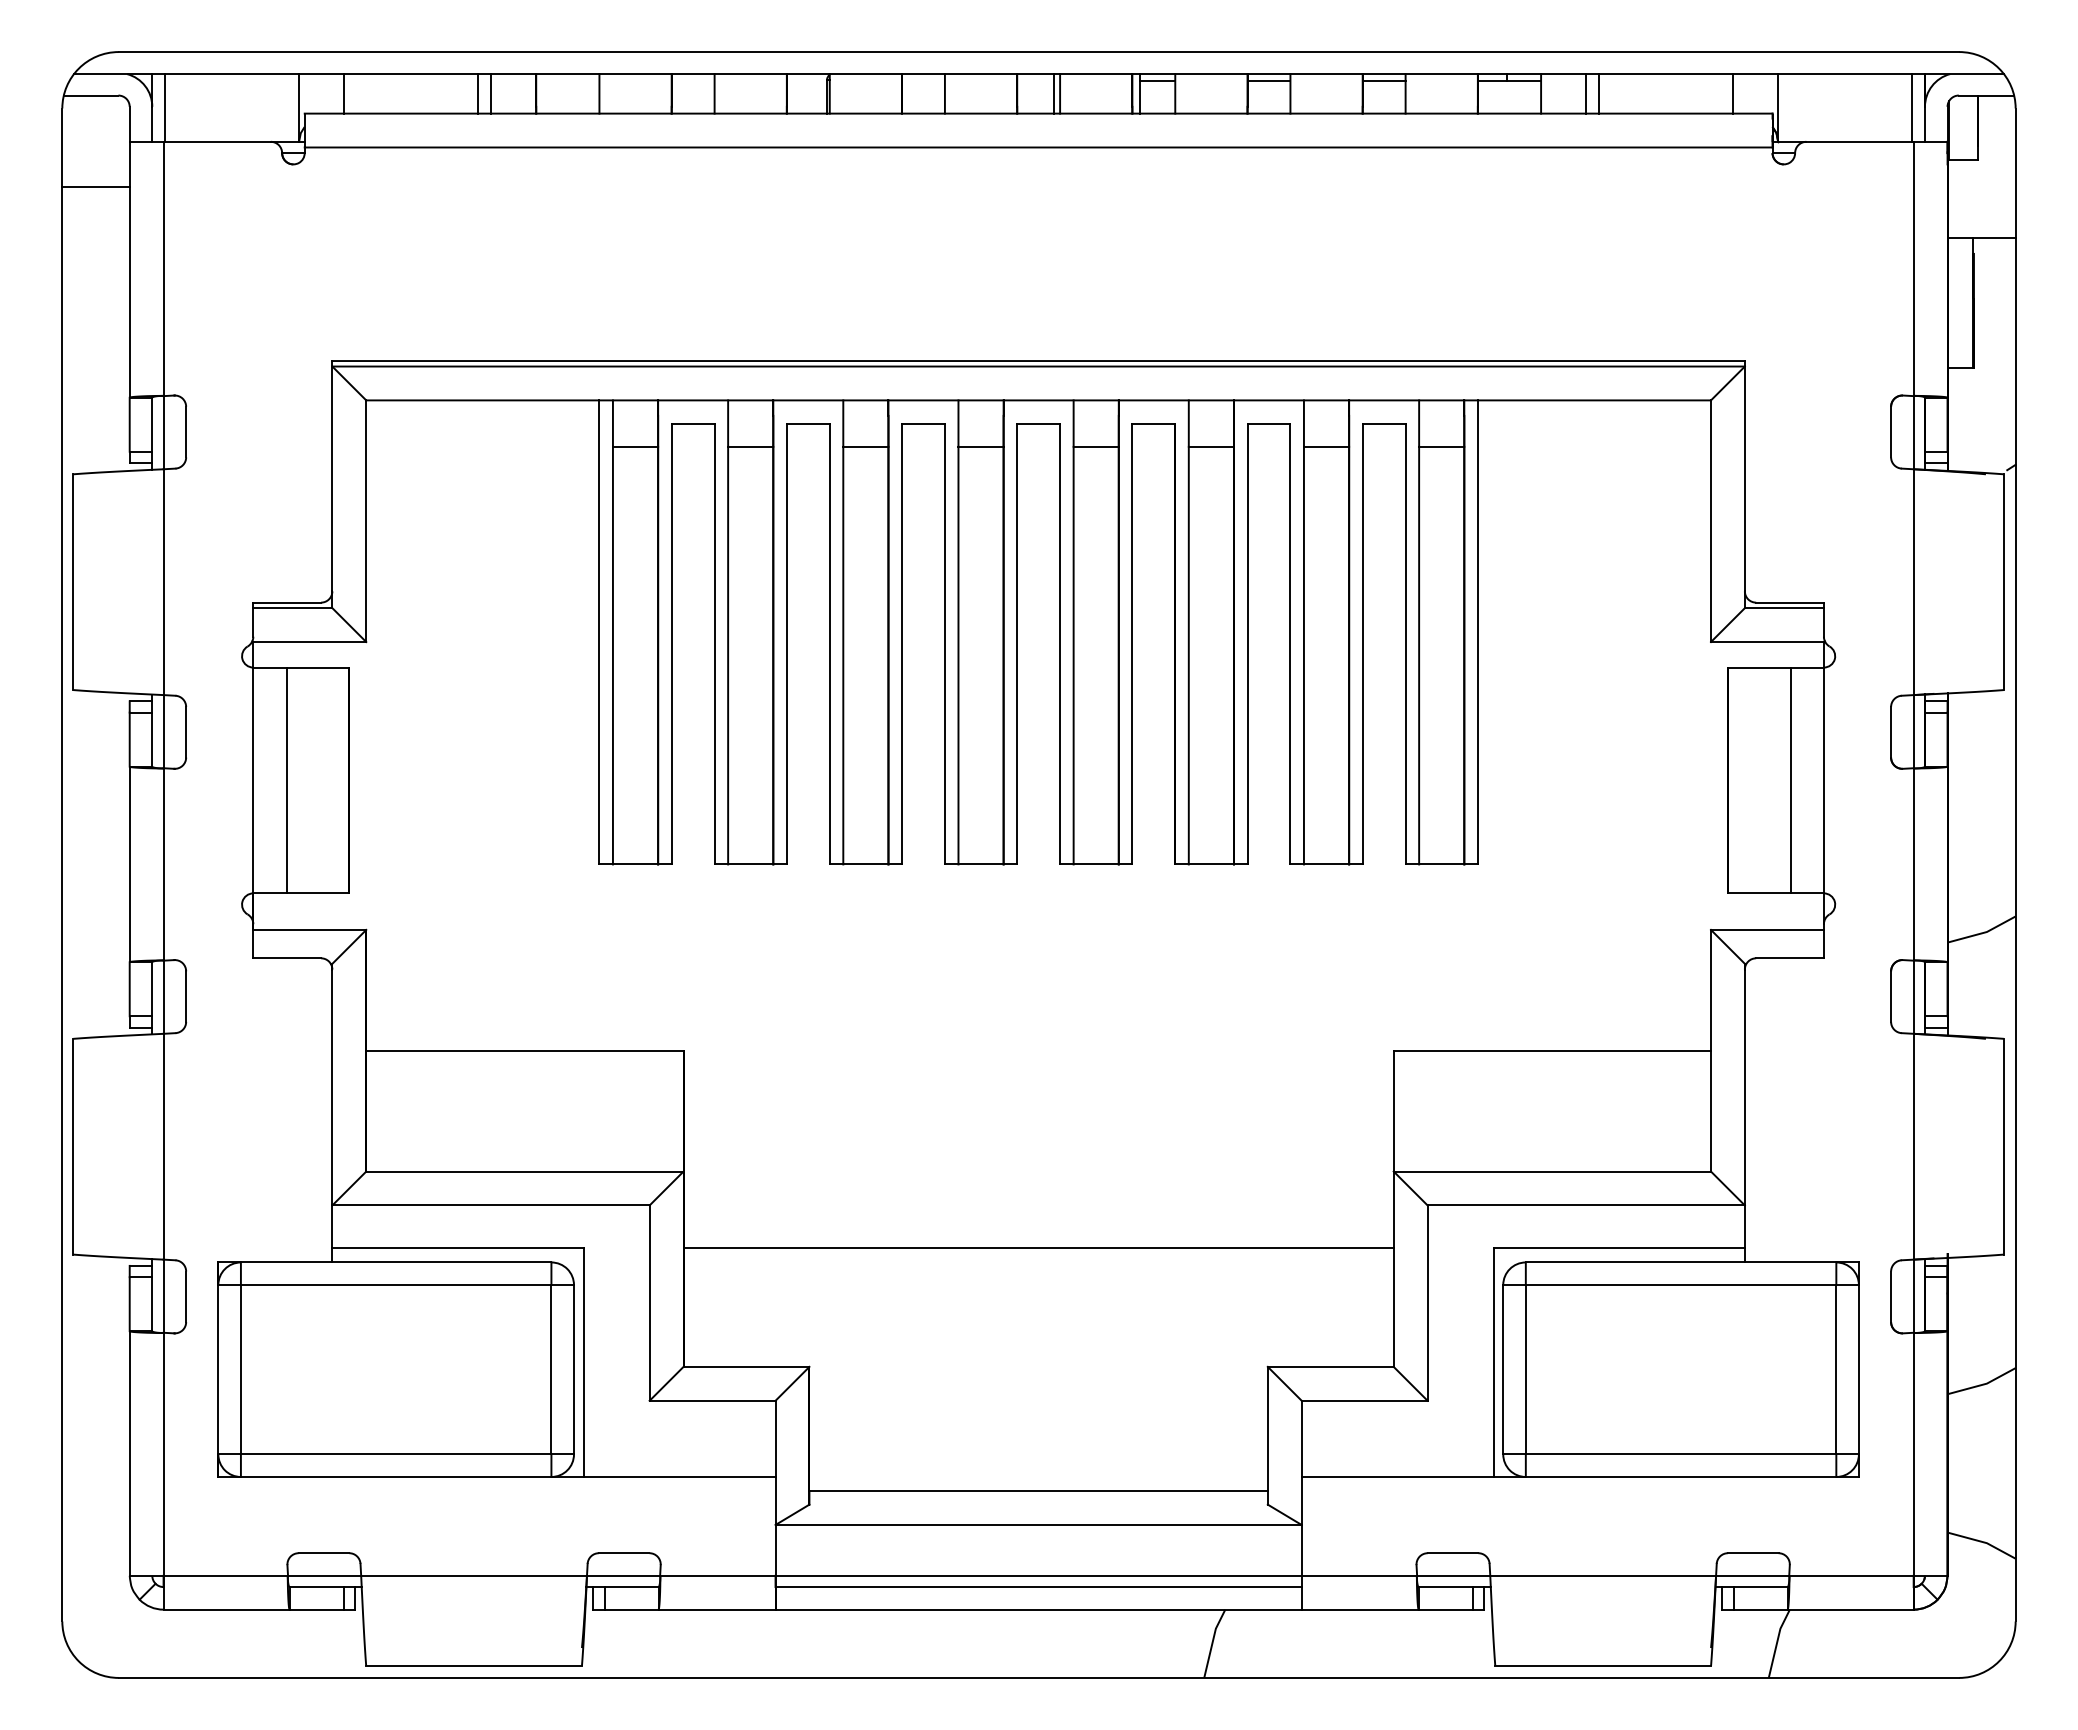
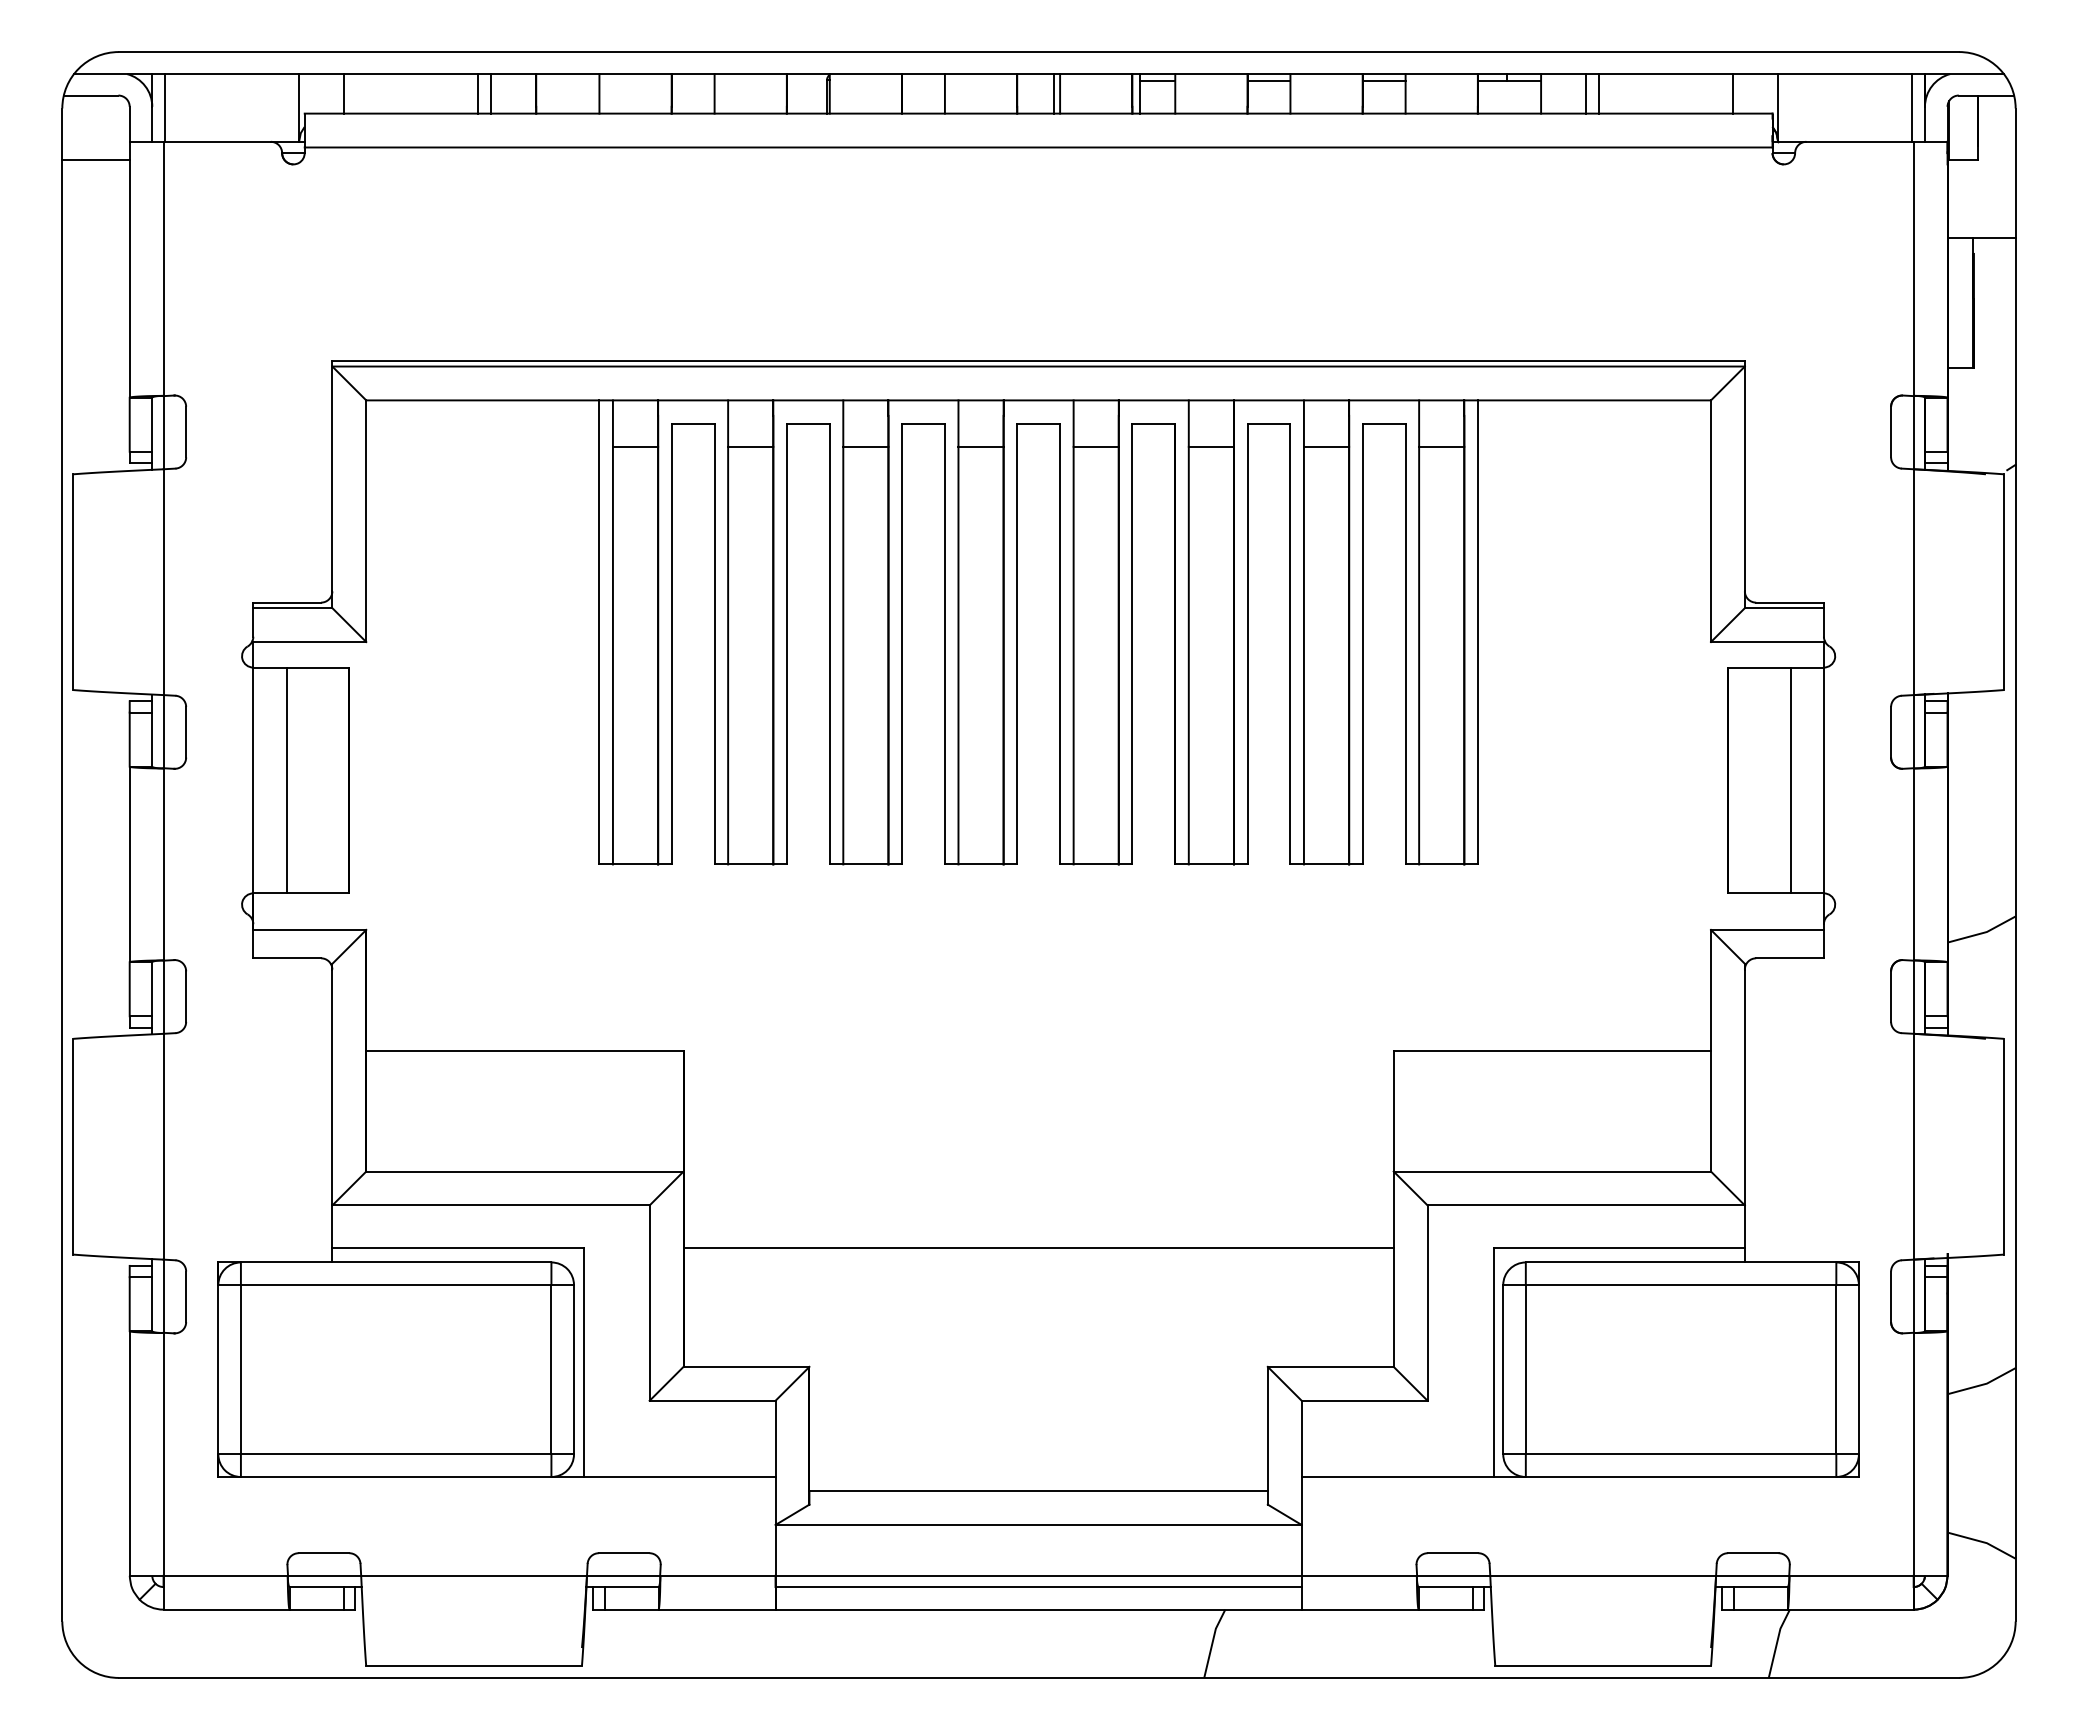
line at (95, 187) position: (95, 187) -> (95, 160)
